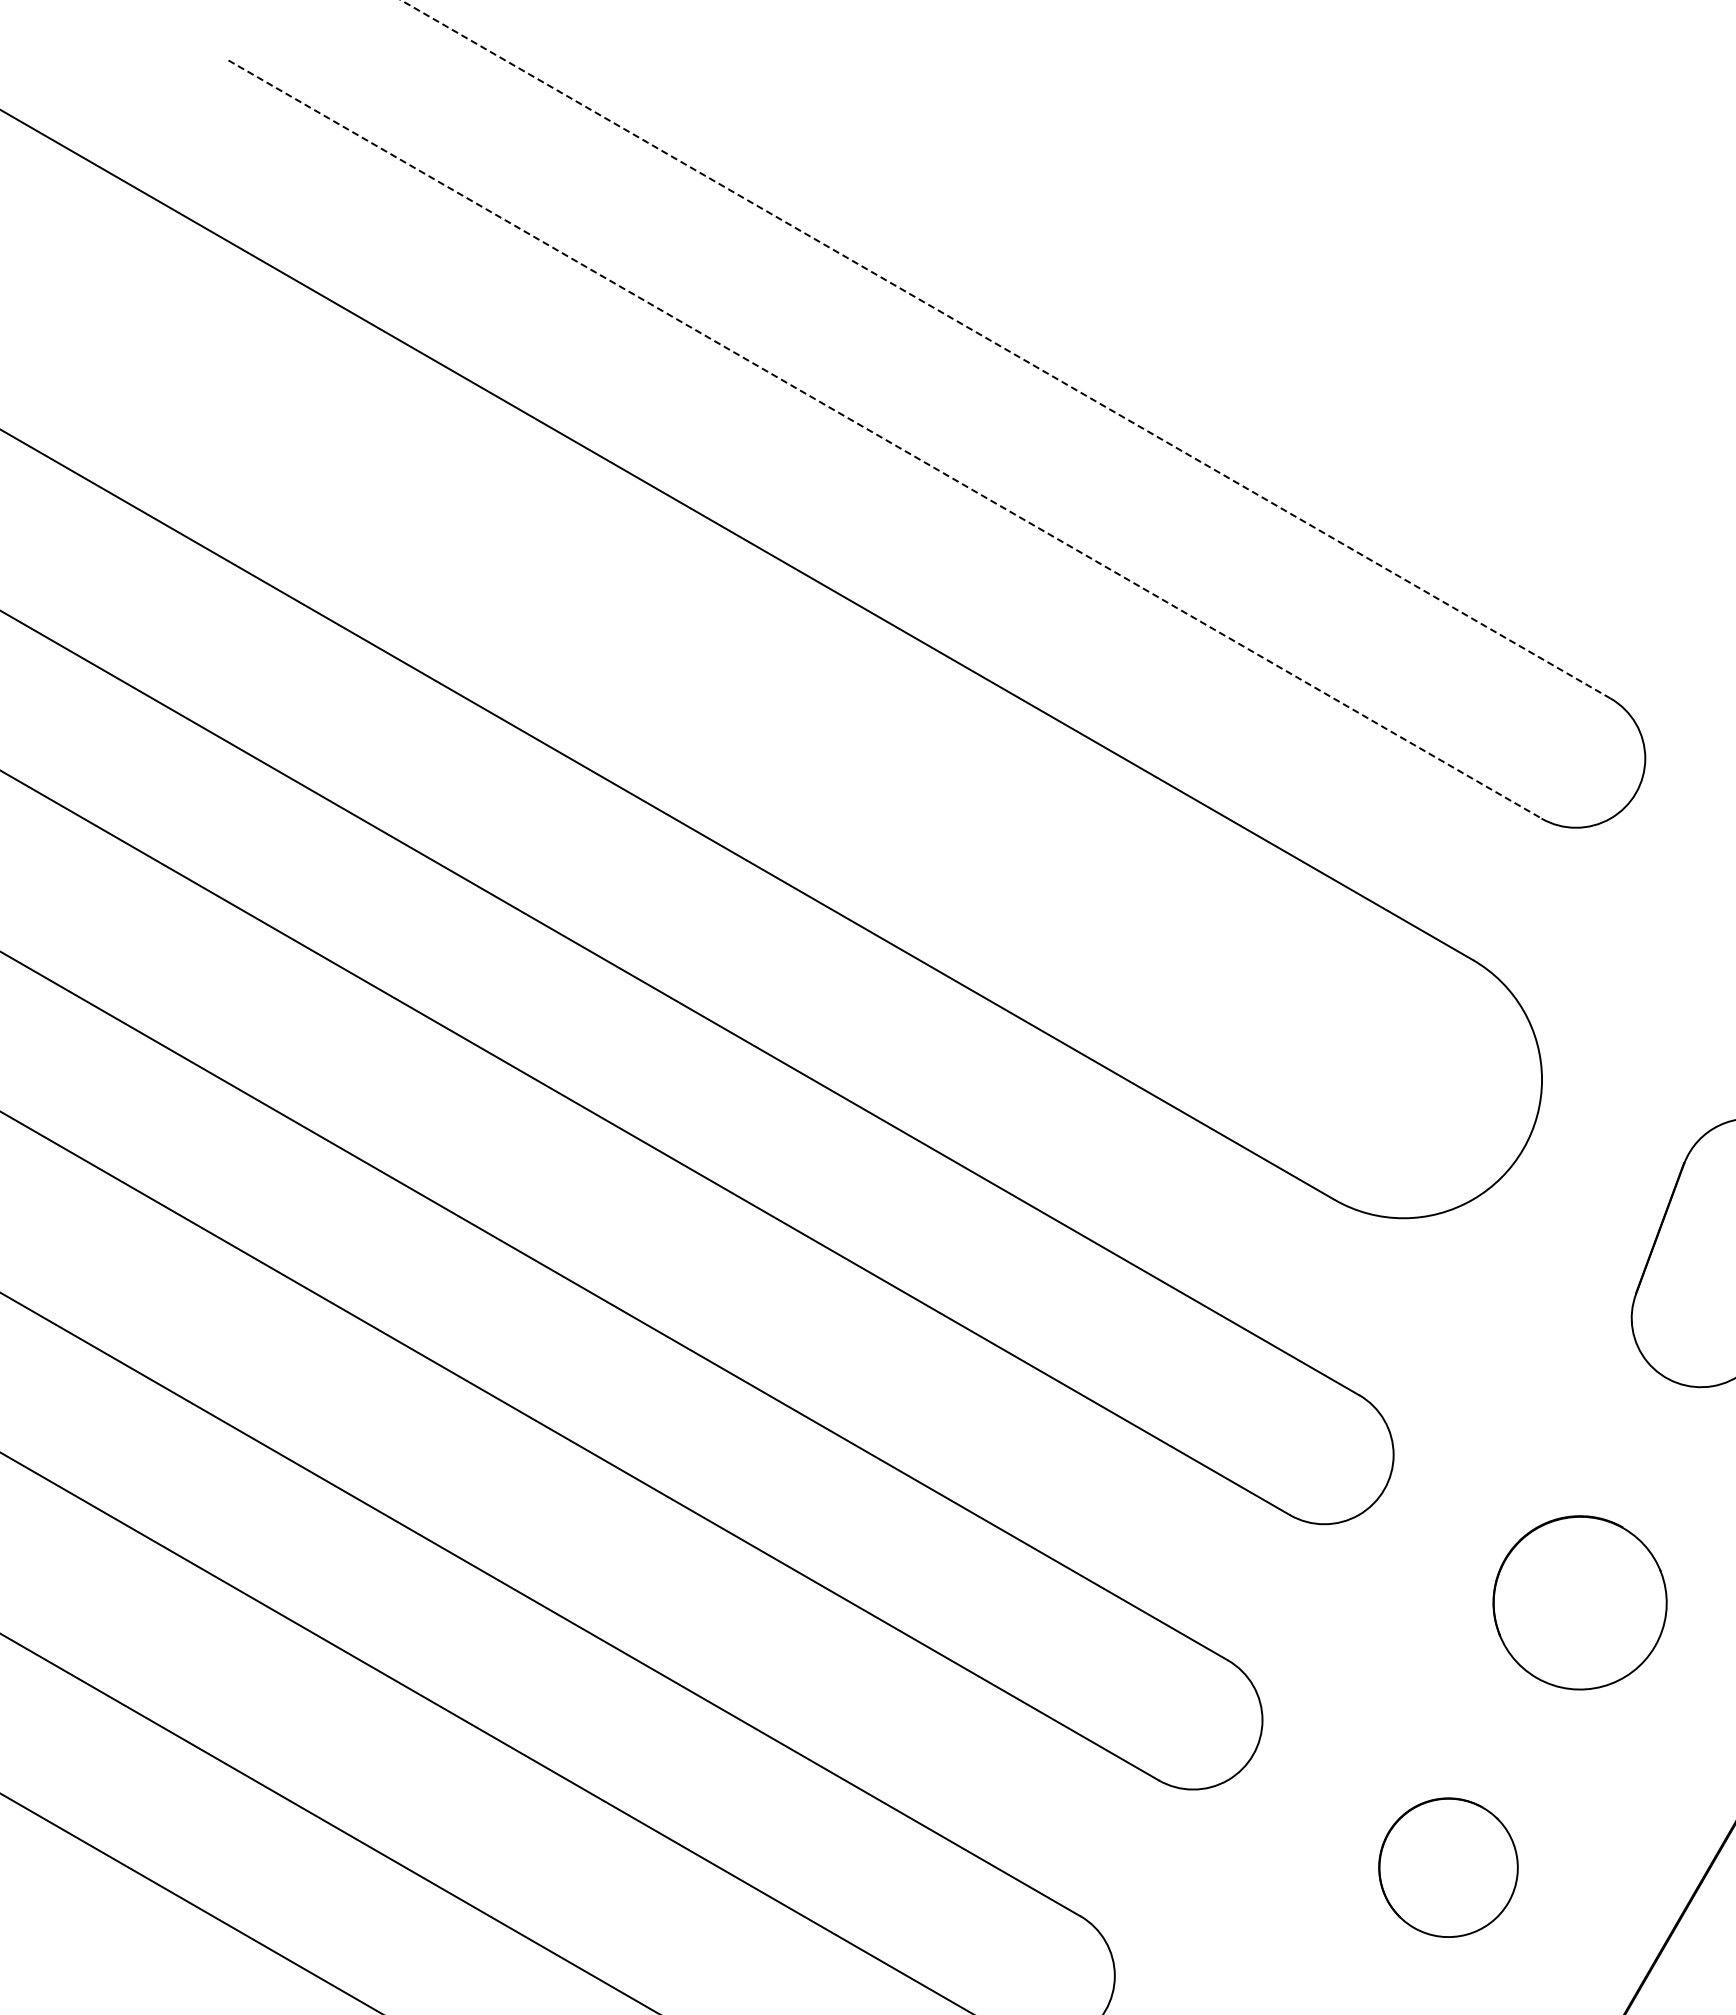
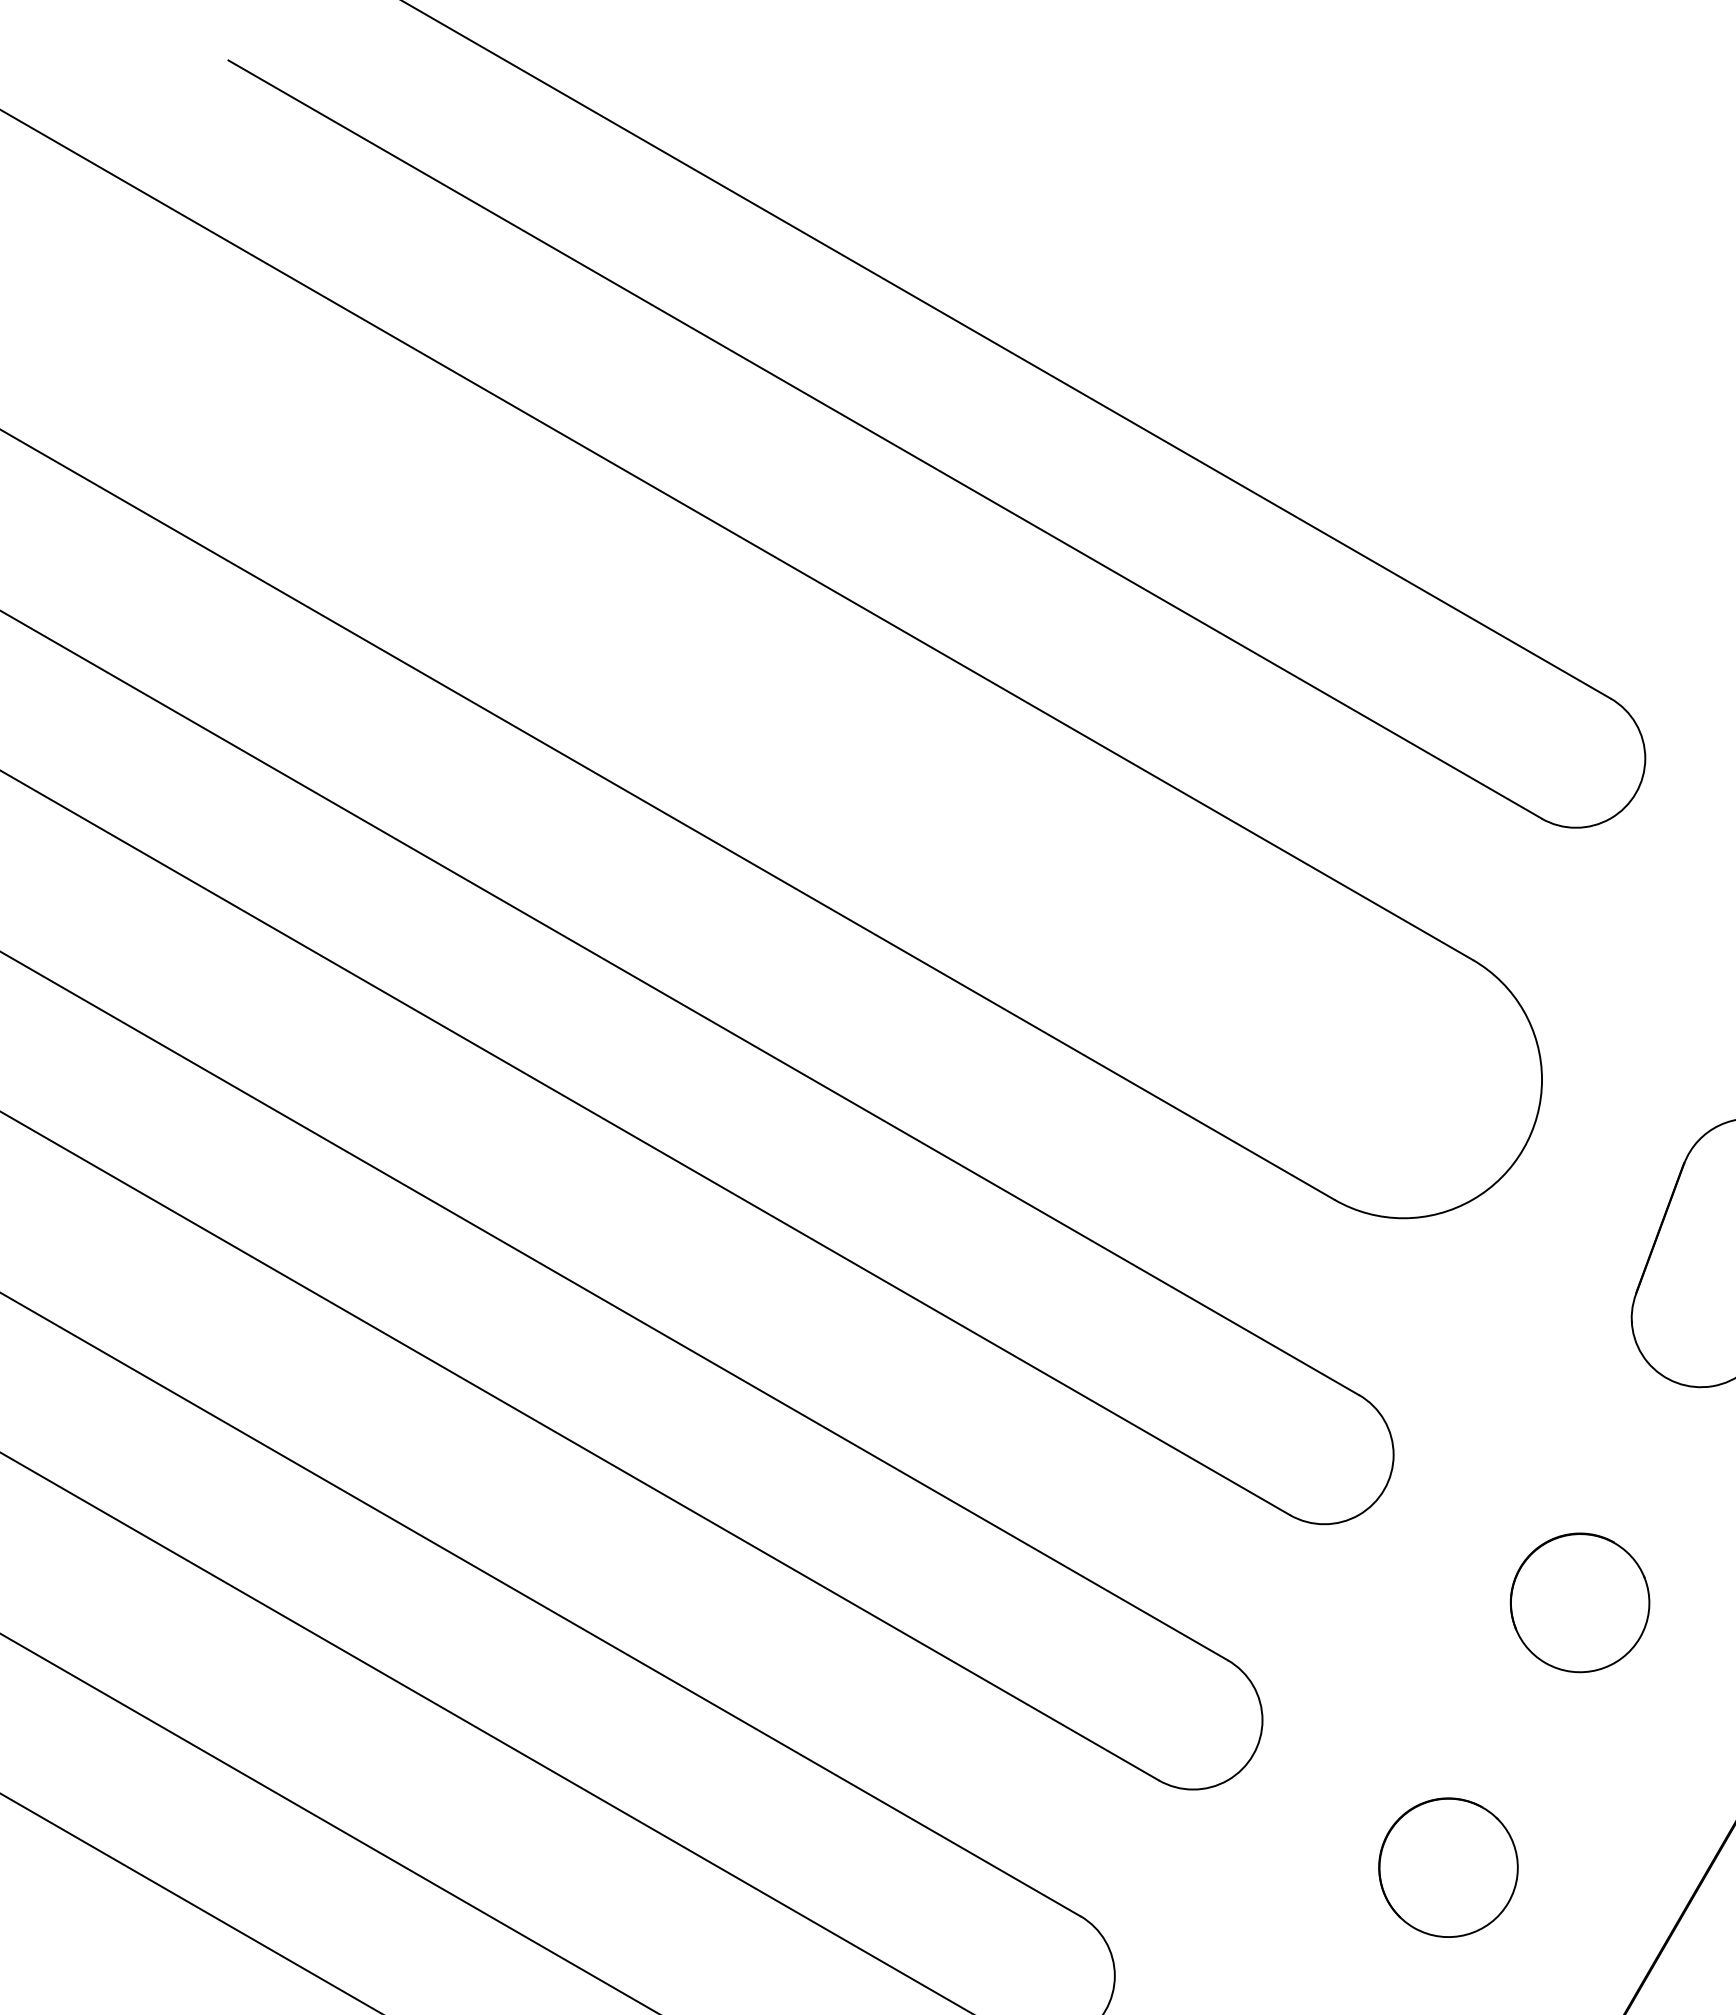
line at (1005, 349): dashed -> solid
line at (885, 439): dashed -> solid
part at (1579, 1602) size: 176x176 px -> 142x142 px
